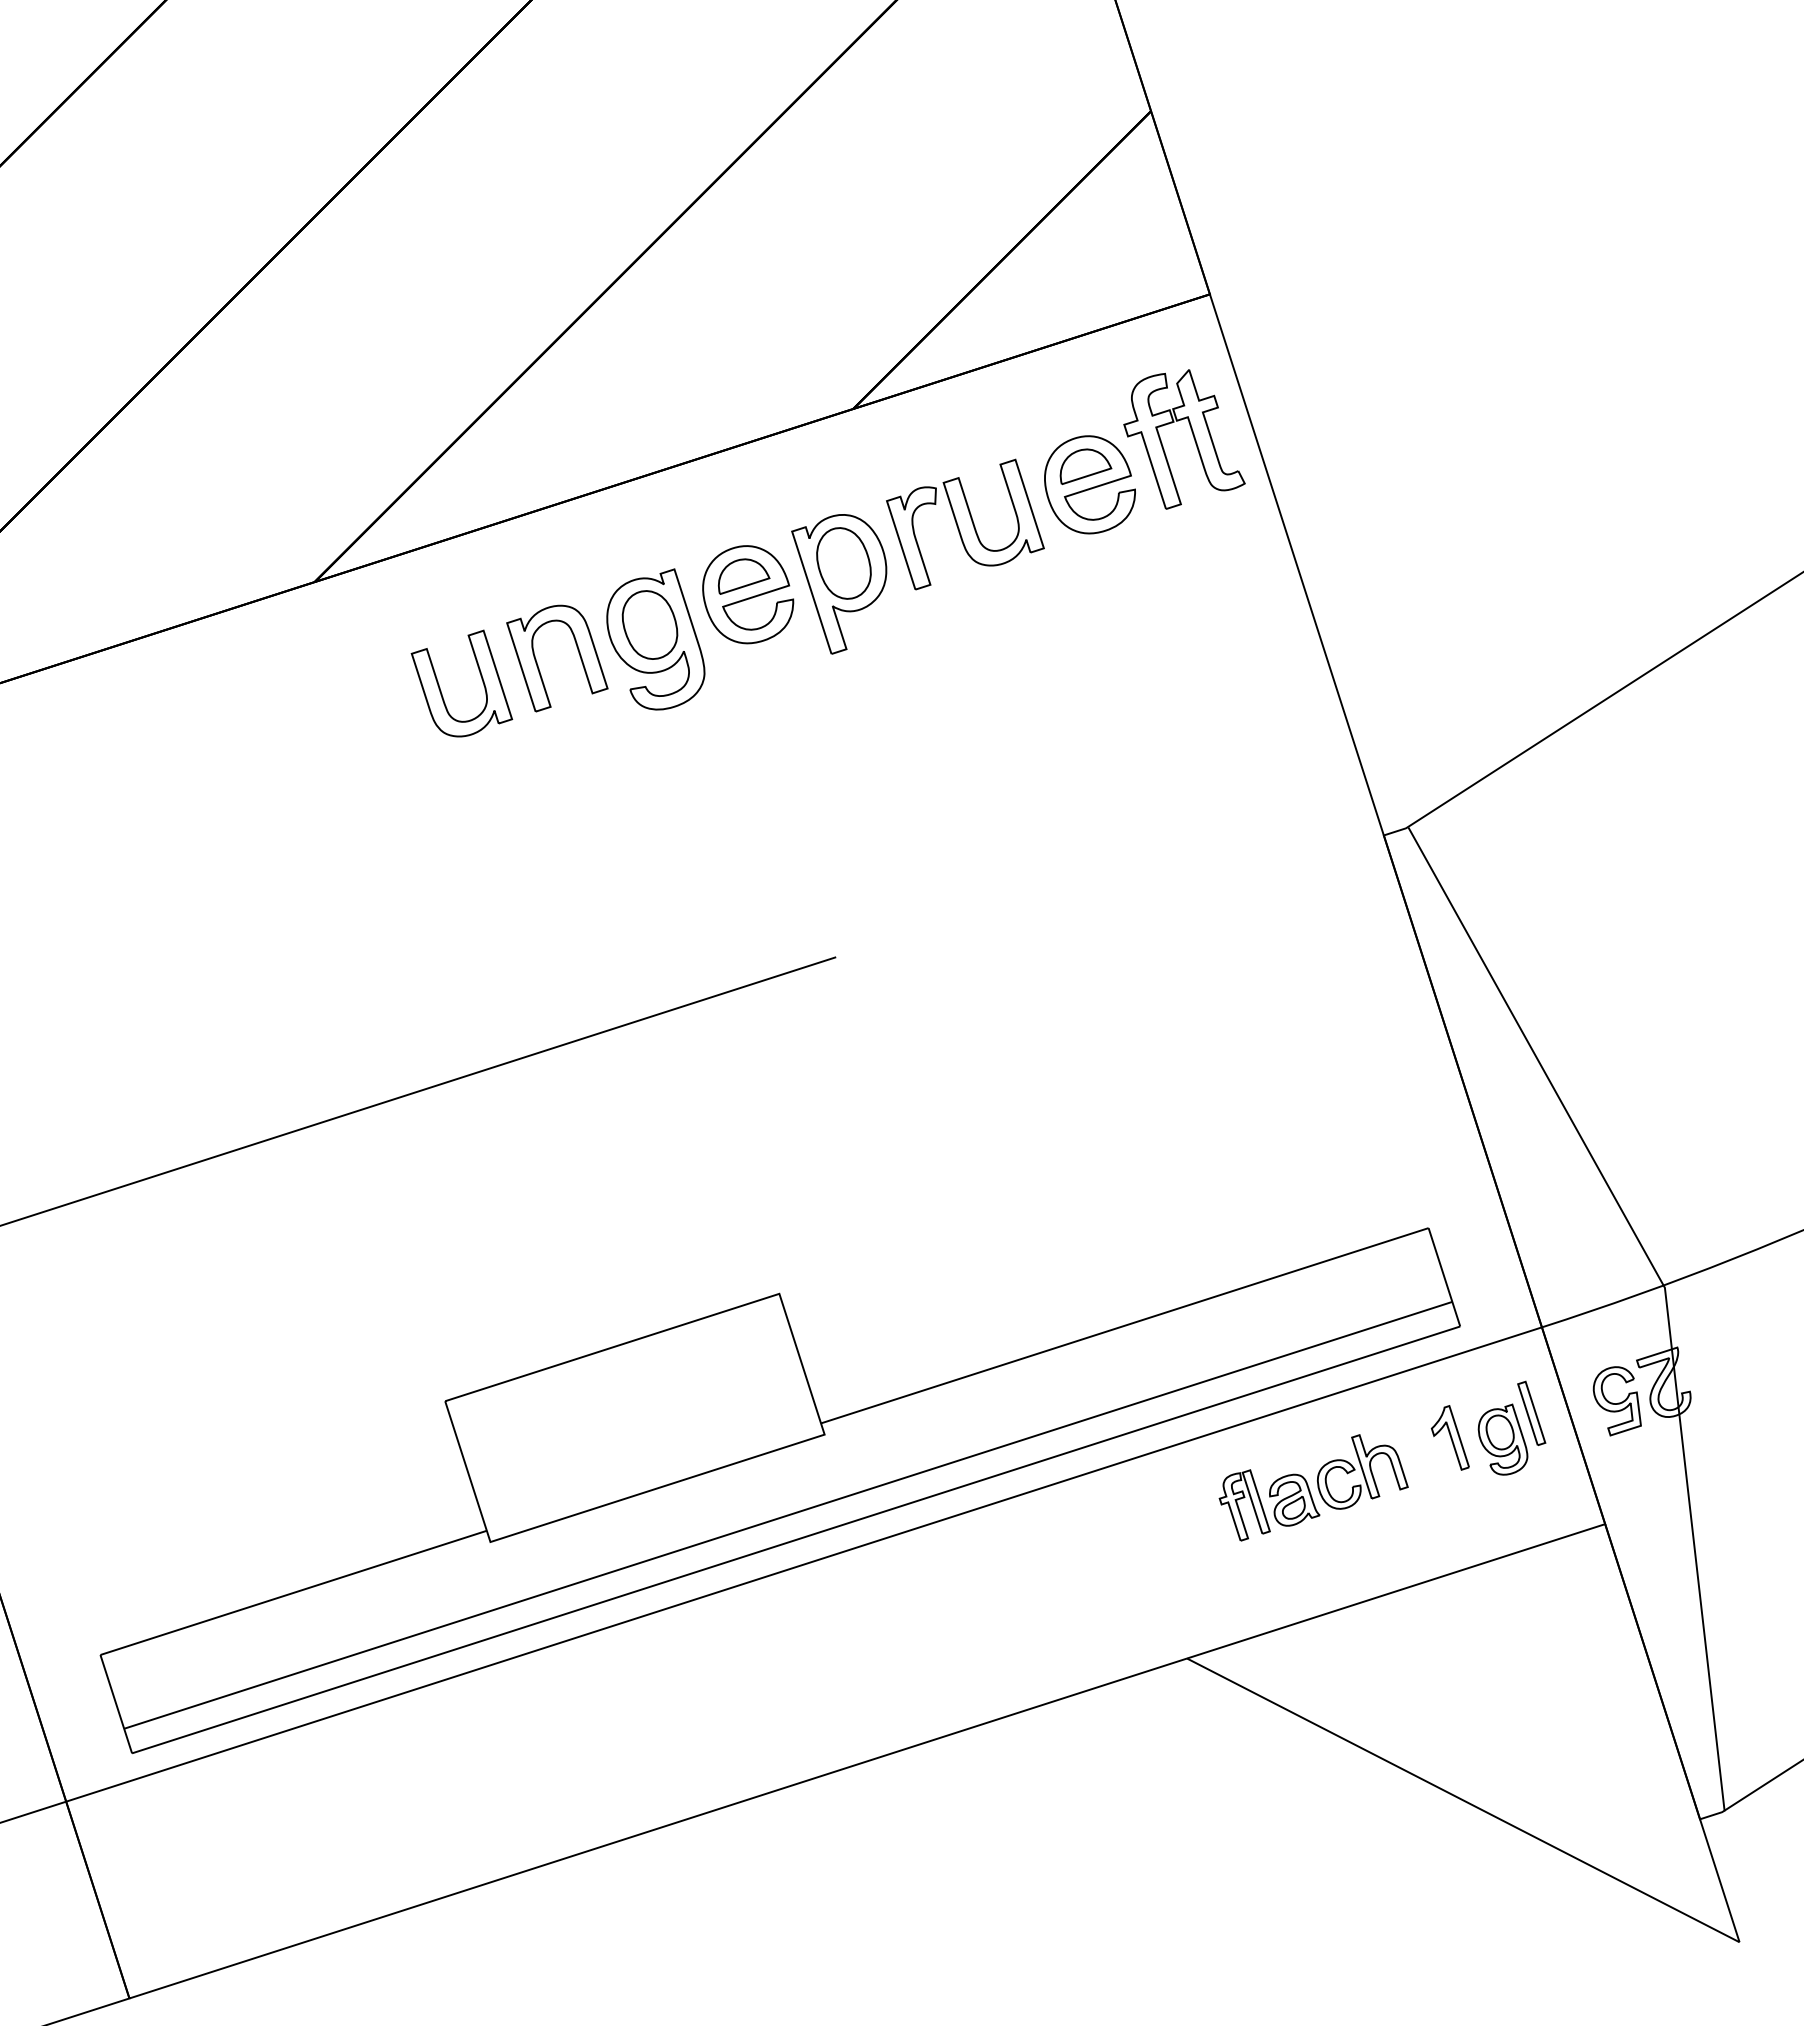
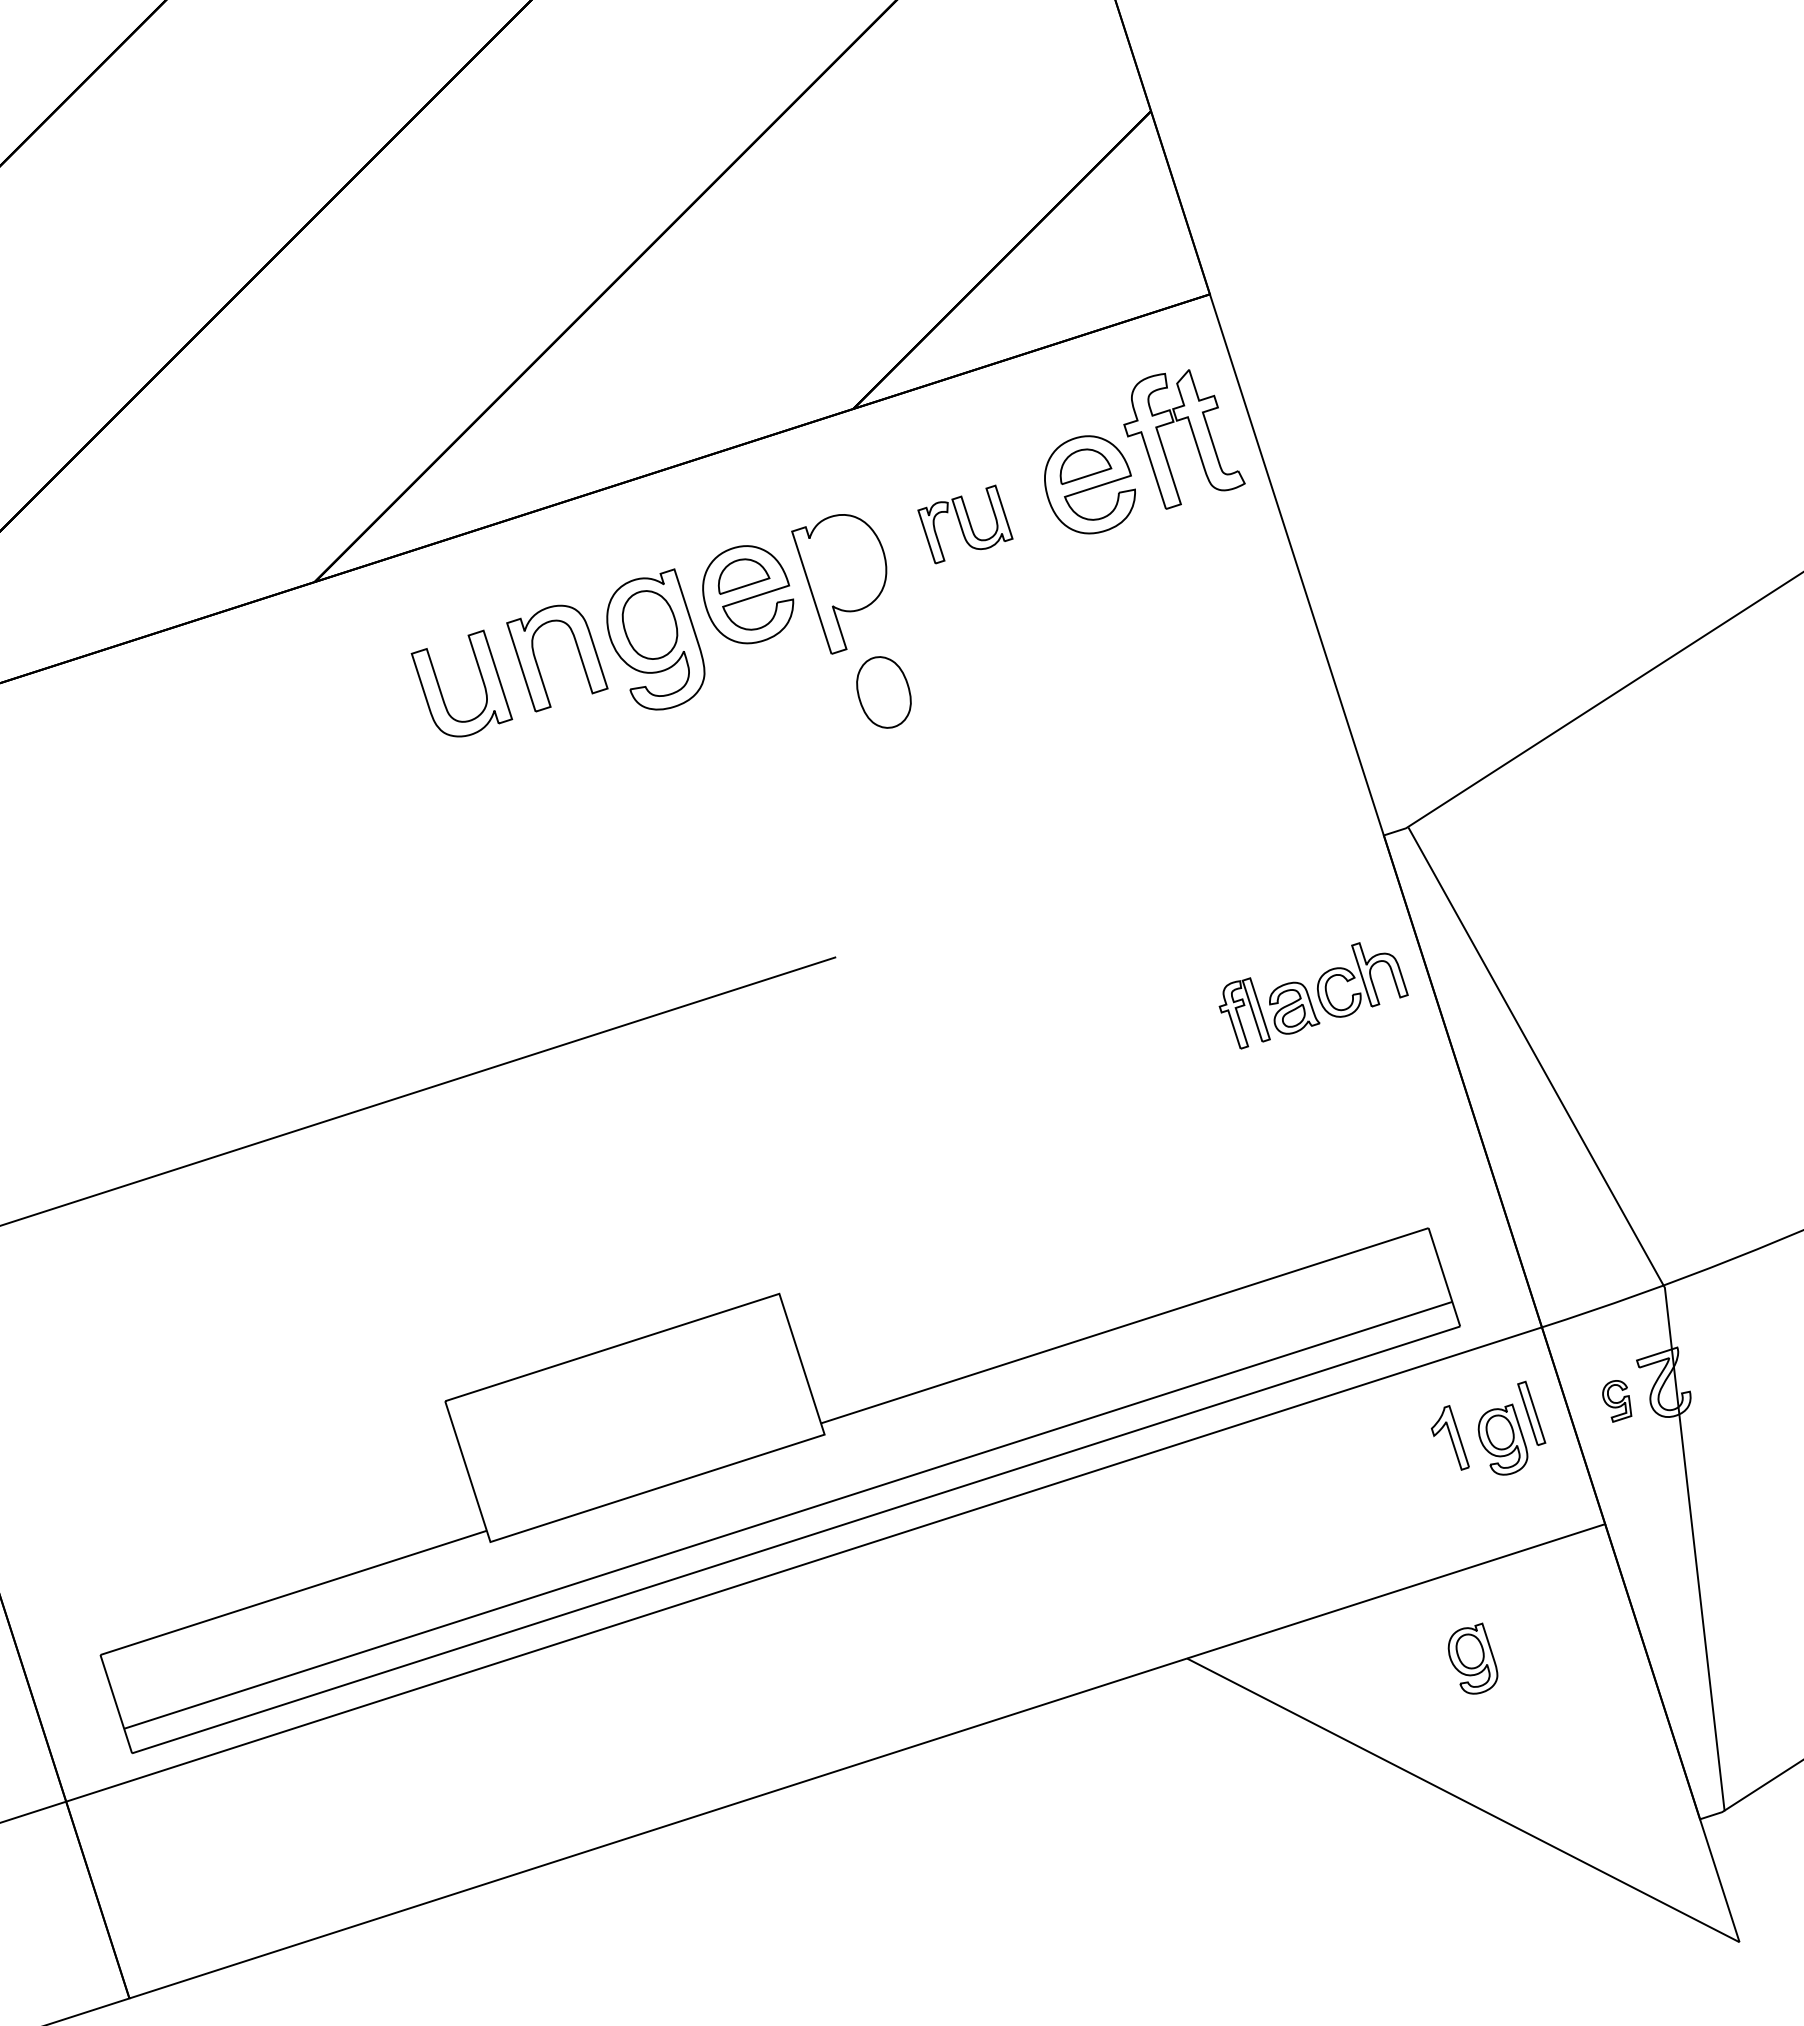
part at (965, 524) size: 159x133 px -> 97x81 px
part at (843, 563) position: (843, 563) -> (883, 692)
part at (1616, 1401) size: 50x71 px -> 31x43 px
part at (1313, 1487) position: (1313, 1487) -> (1313, 995)
part at (1472, 1658): none -> present
